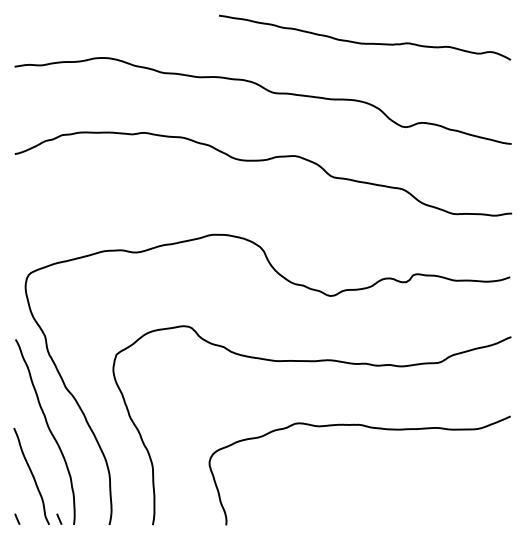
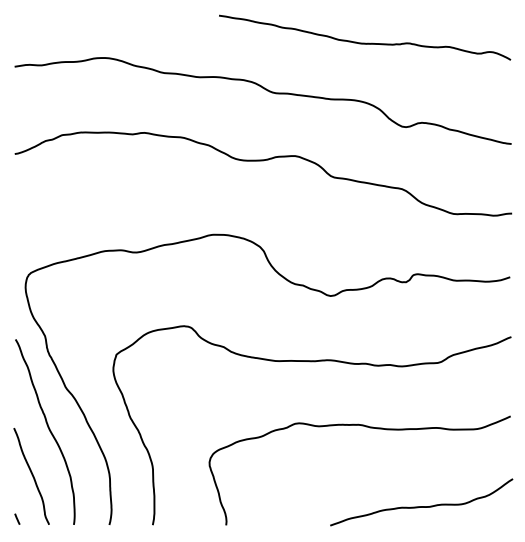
curve at (421, 506): none -> present
curve at (59, 518): present -> none
